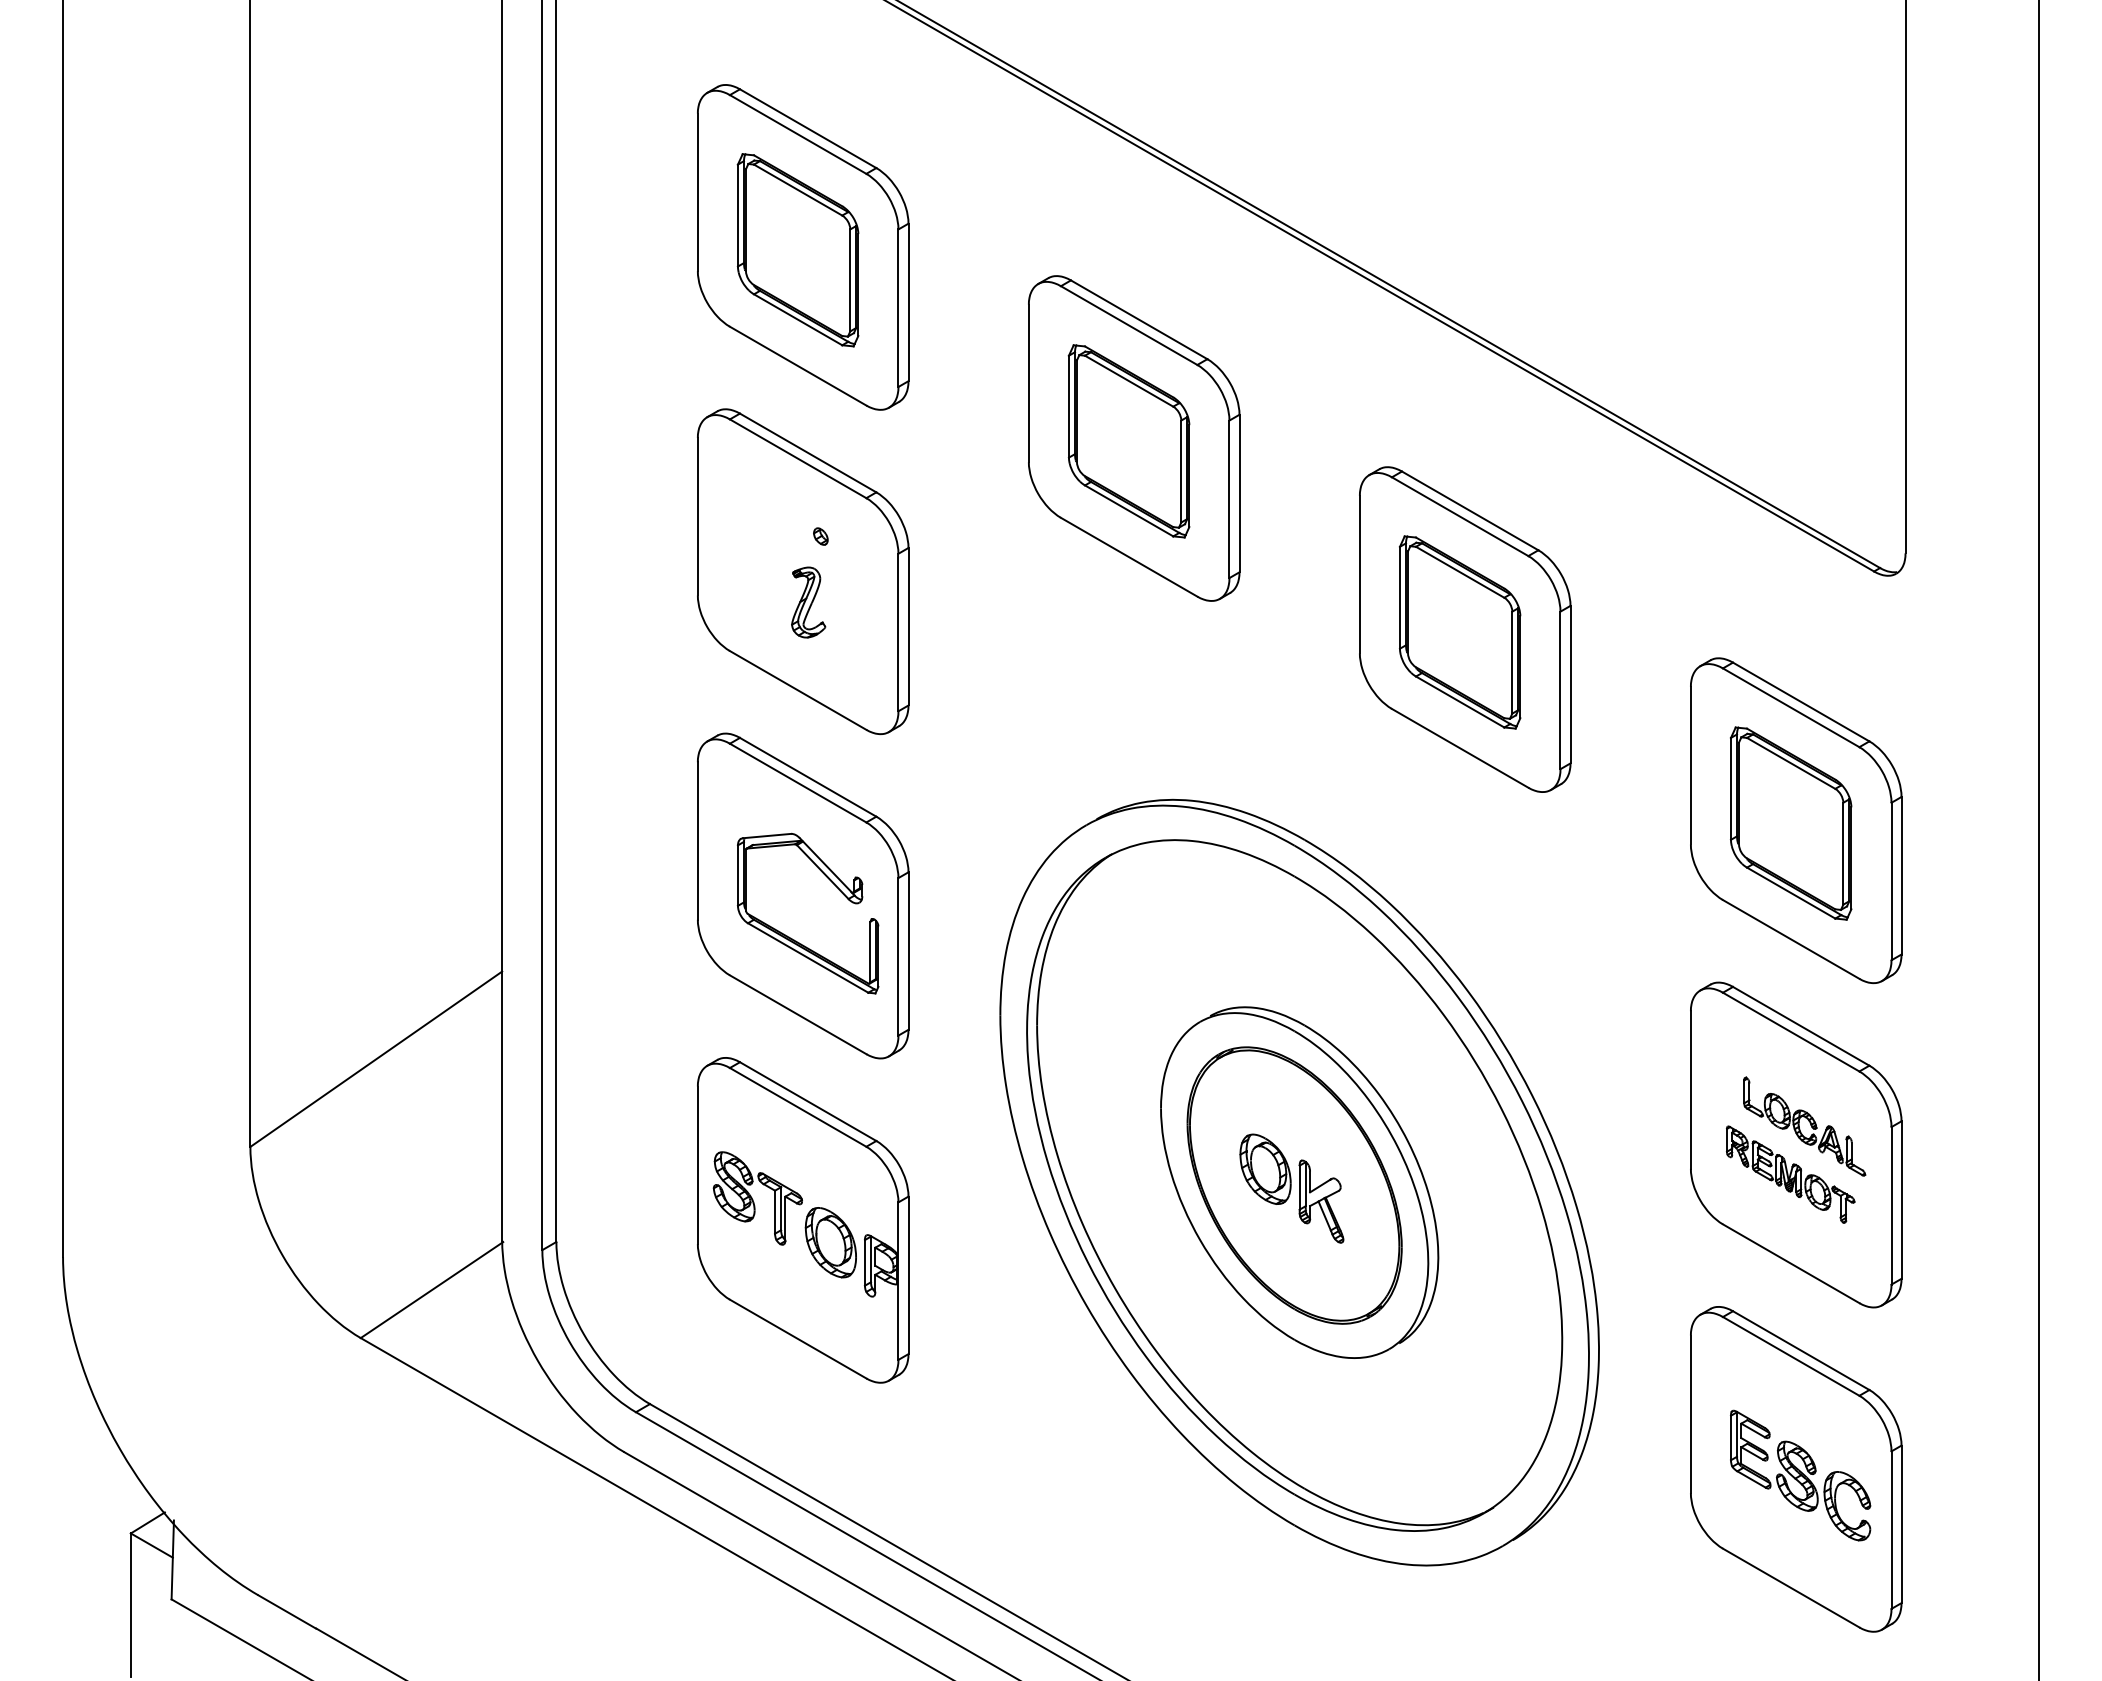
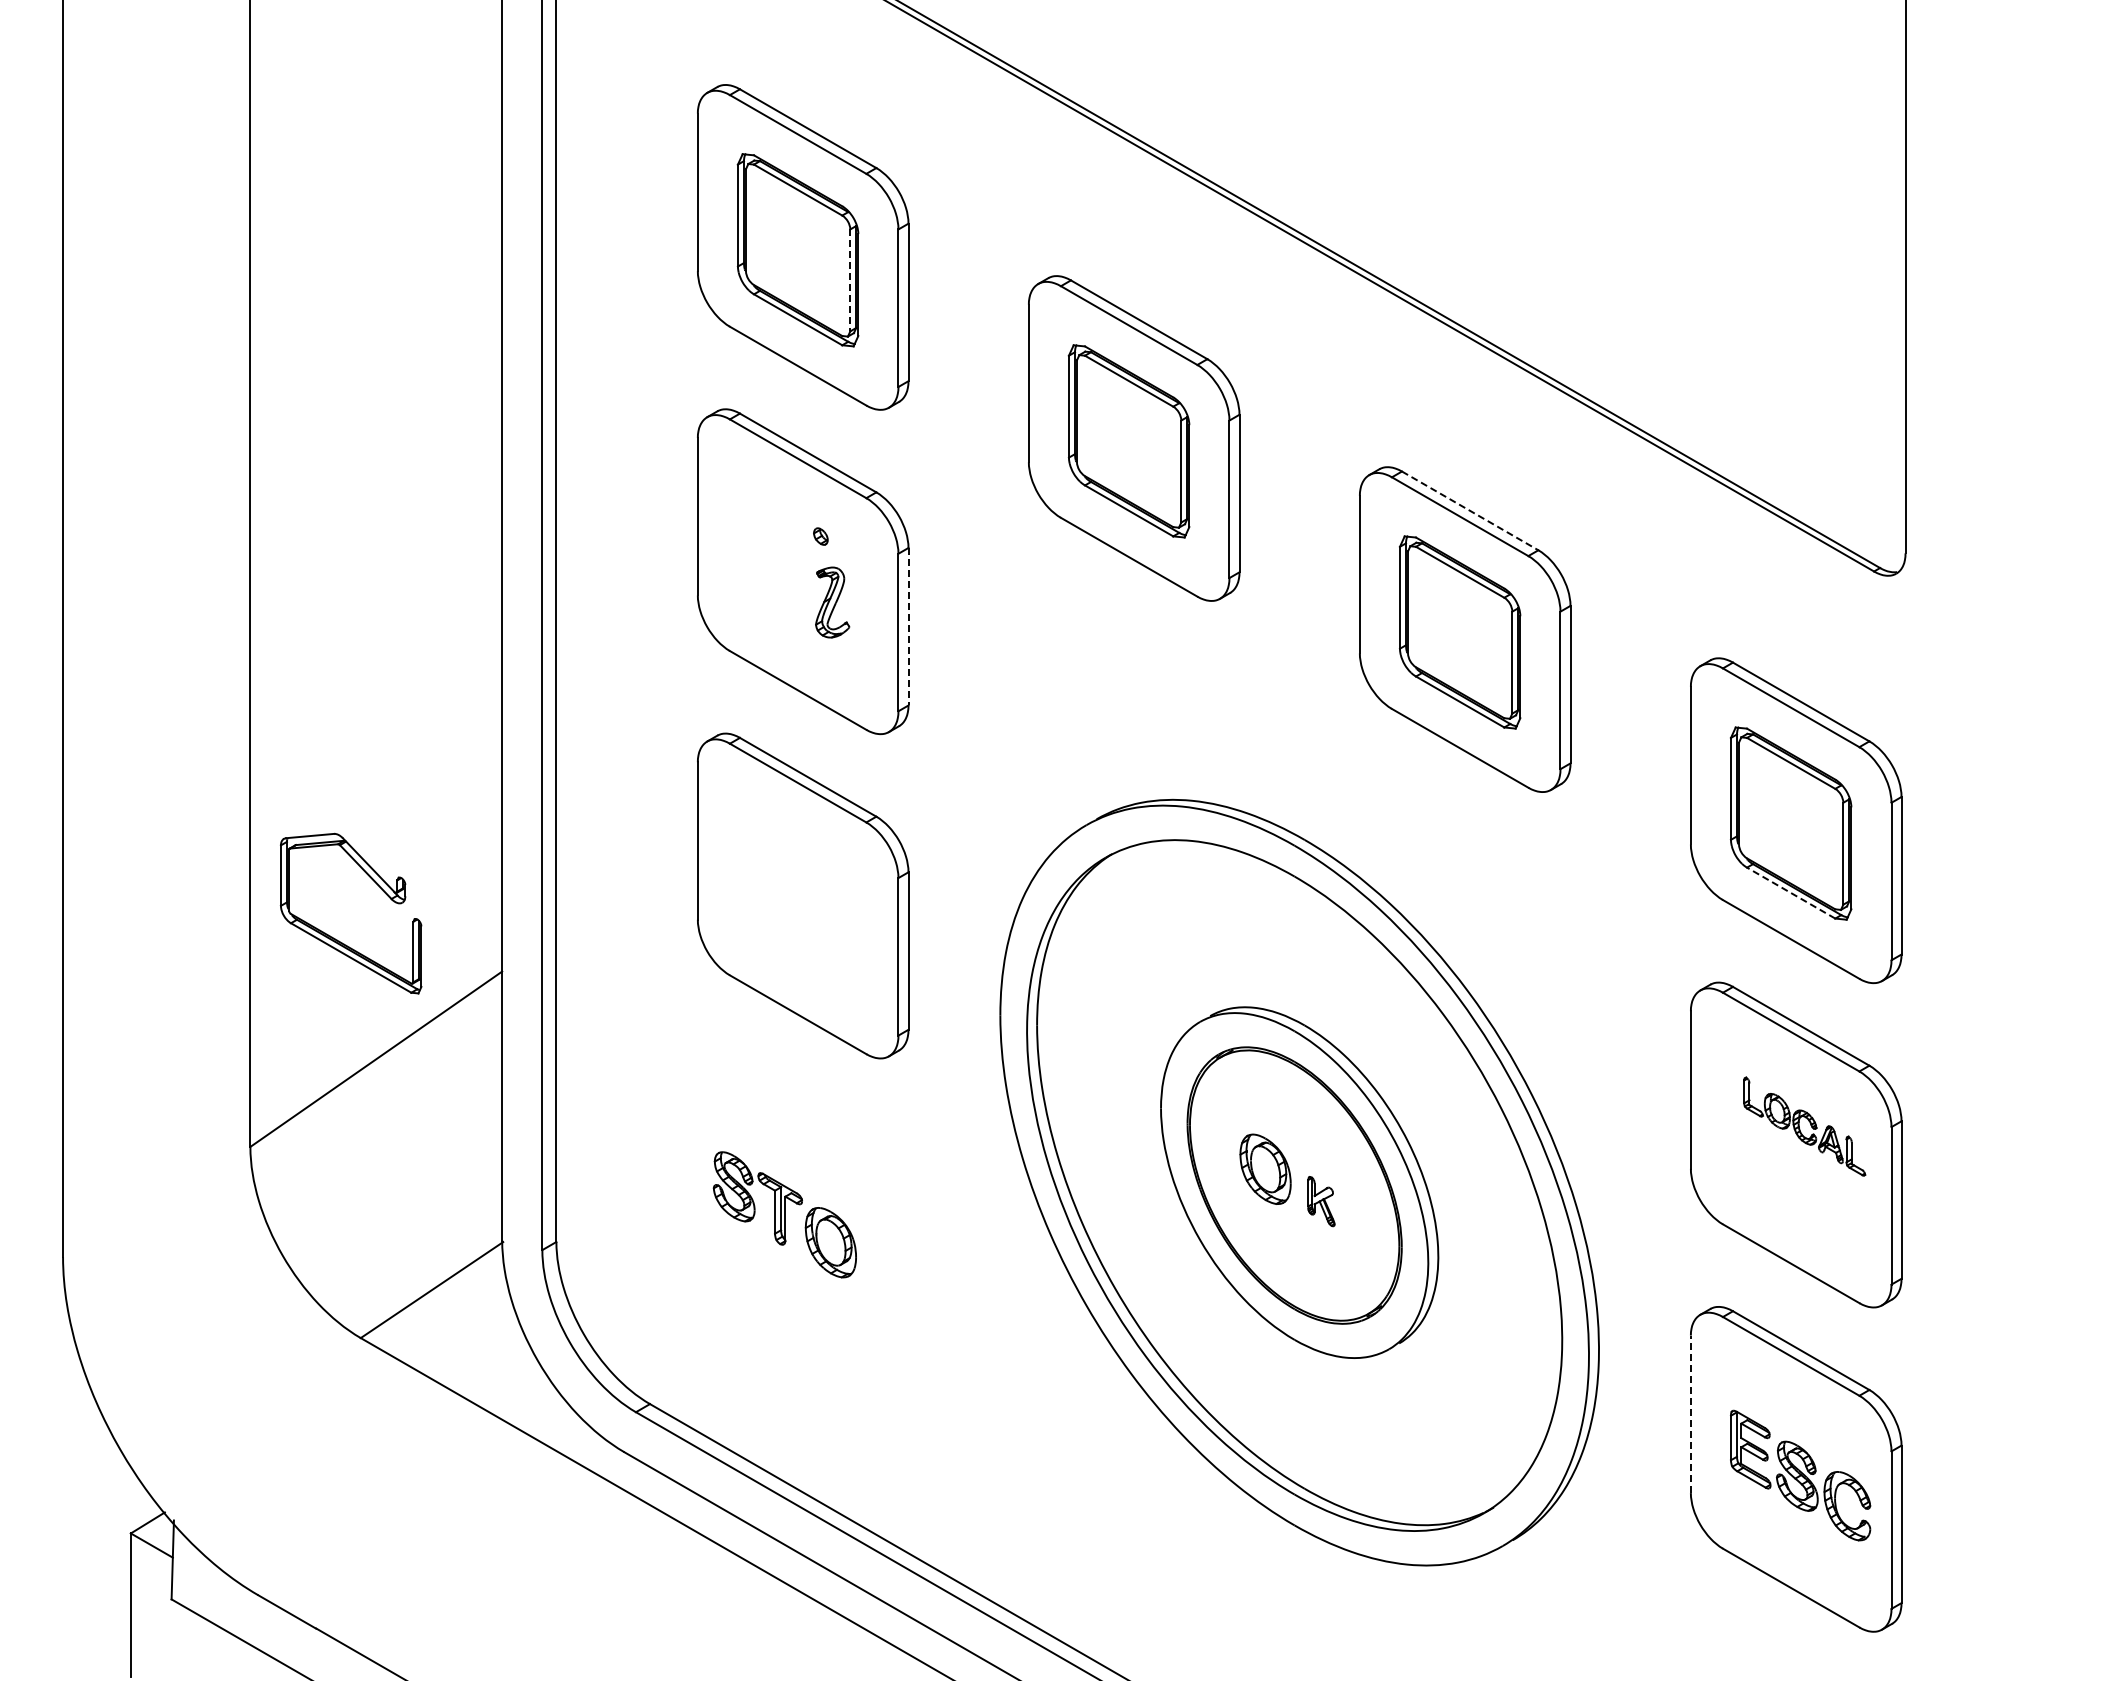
line at (850, 280): solid -> dashed
line at (1470, 510): solid -> dashed
part at (808, 602) position: (808, 602) -> (832, 602)
line at (908, 626): solid -> dashed
line at (2038, 839): present -> none
line at (1791, 893): solid -> dashed
part at (794, 939) position: (794, 939) -> (337, 939)
part at (1790, 1174): present -> none
part at (1321, 1201) size: 47x85 px -> 29x52 px
part at (803, 1220): present -> none
line at (1690, 1414): solid -> dashed
